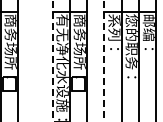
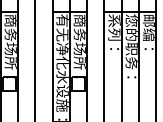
line at (35, 60): none -> present
line at (52, 61): dashed -> solid
line at (104, 61): dashed -> solid
